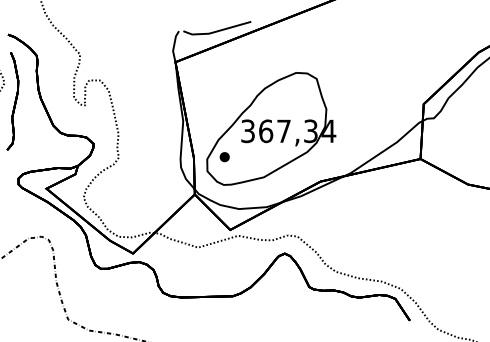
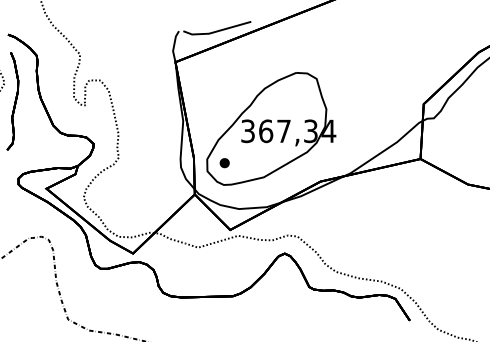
part at (224, 157) position: (224, 157) -> (224, 163)
